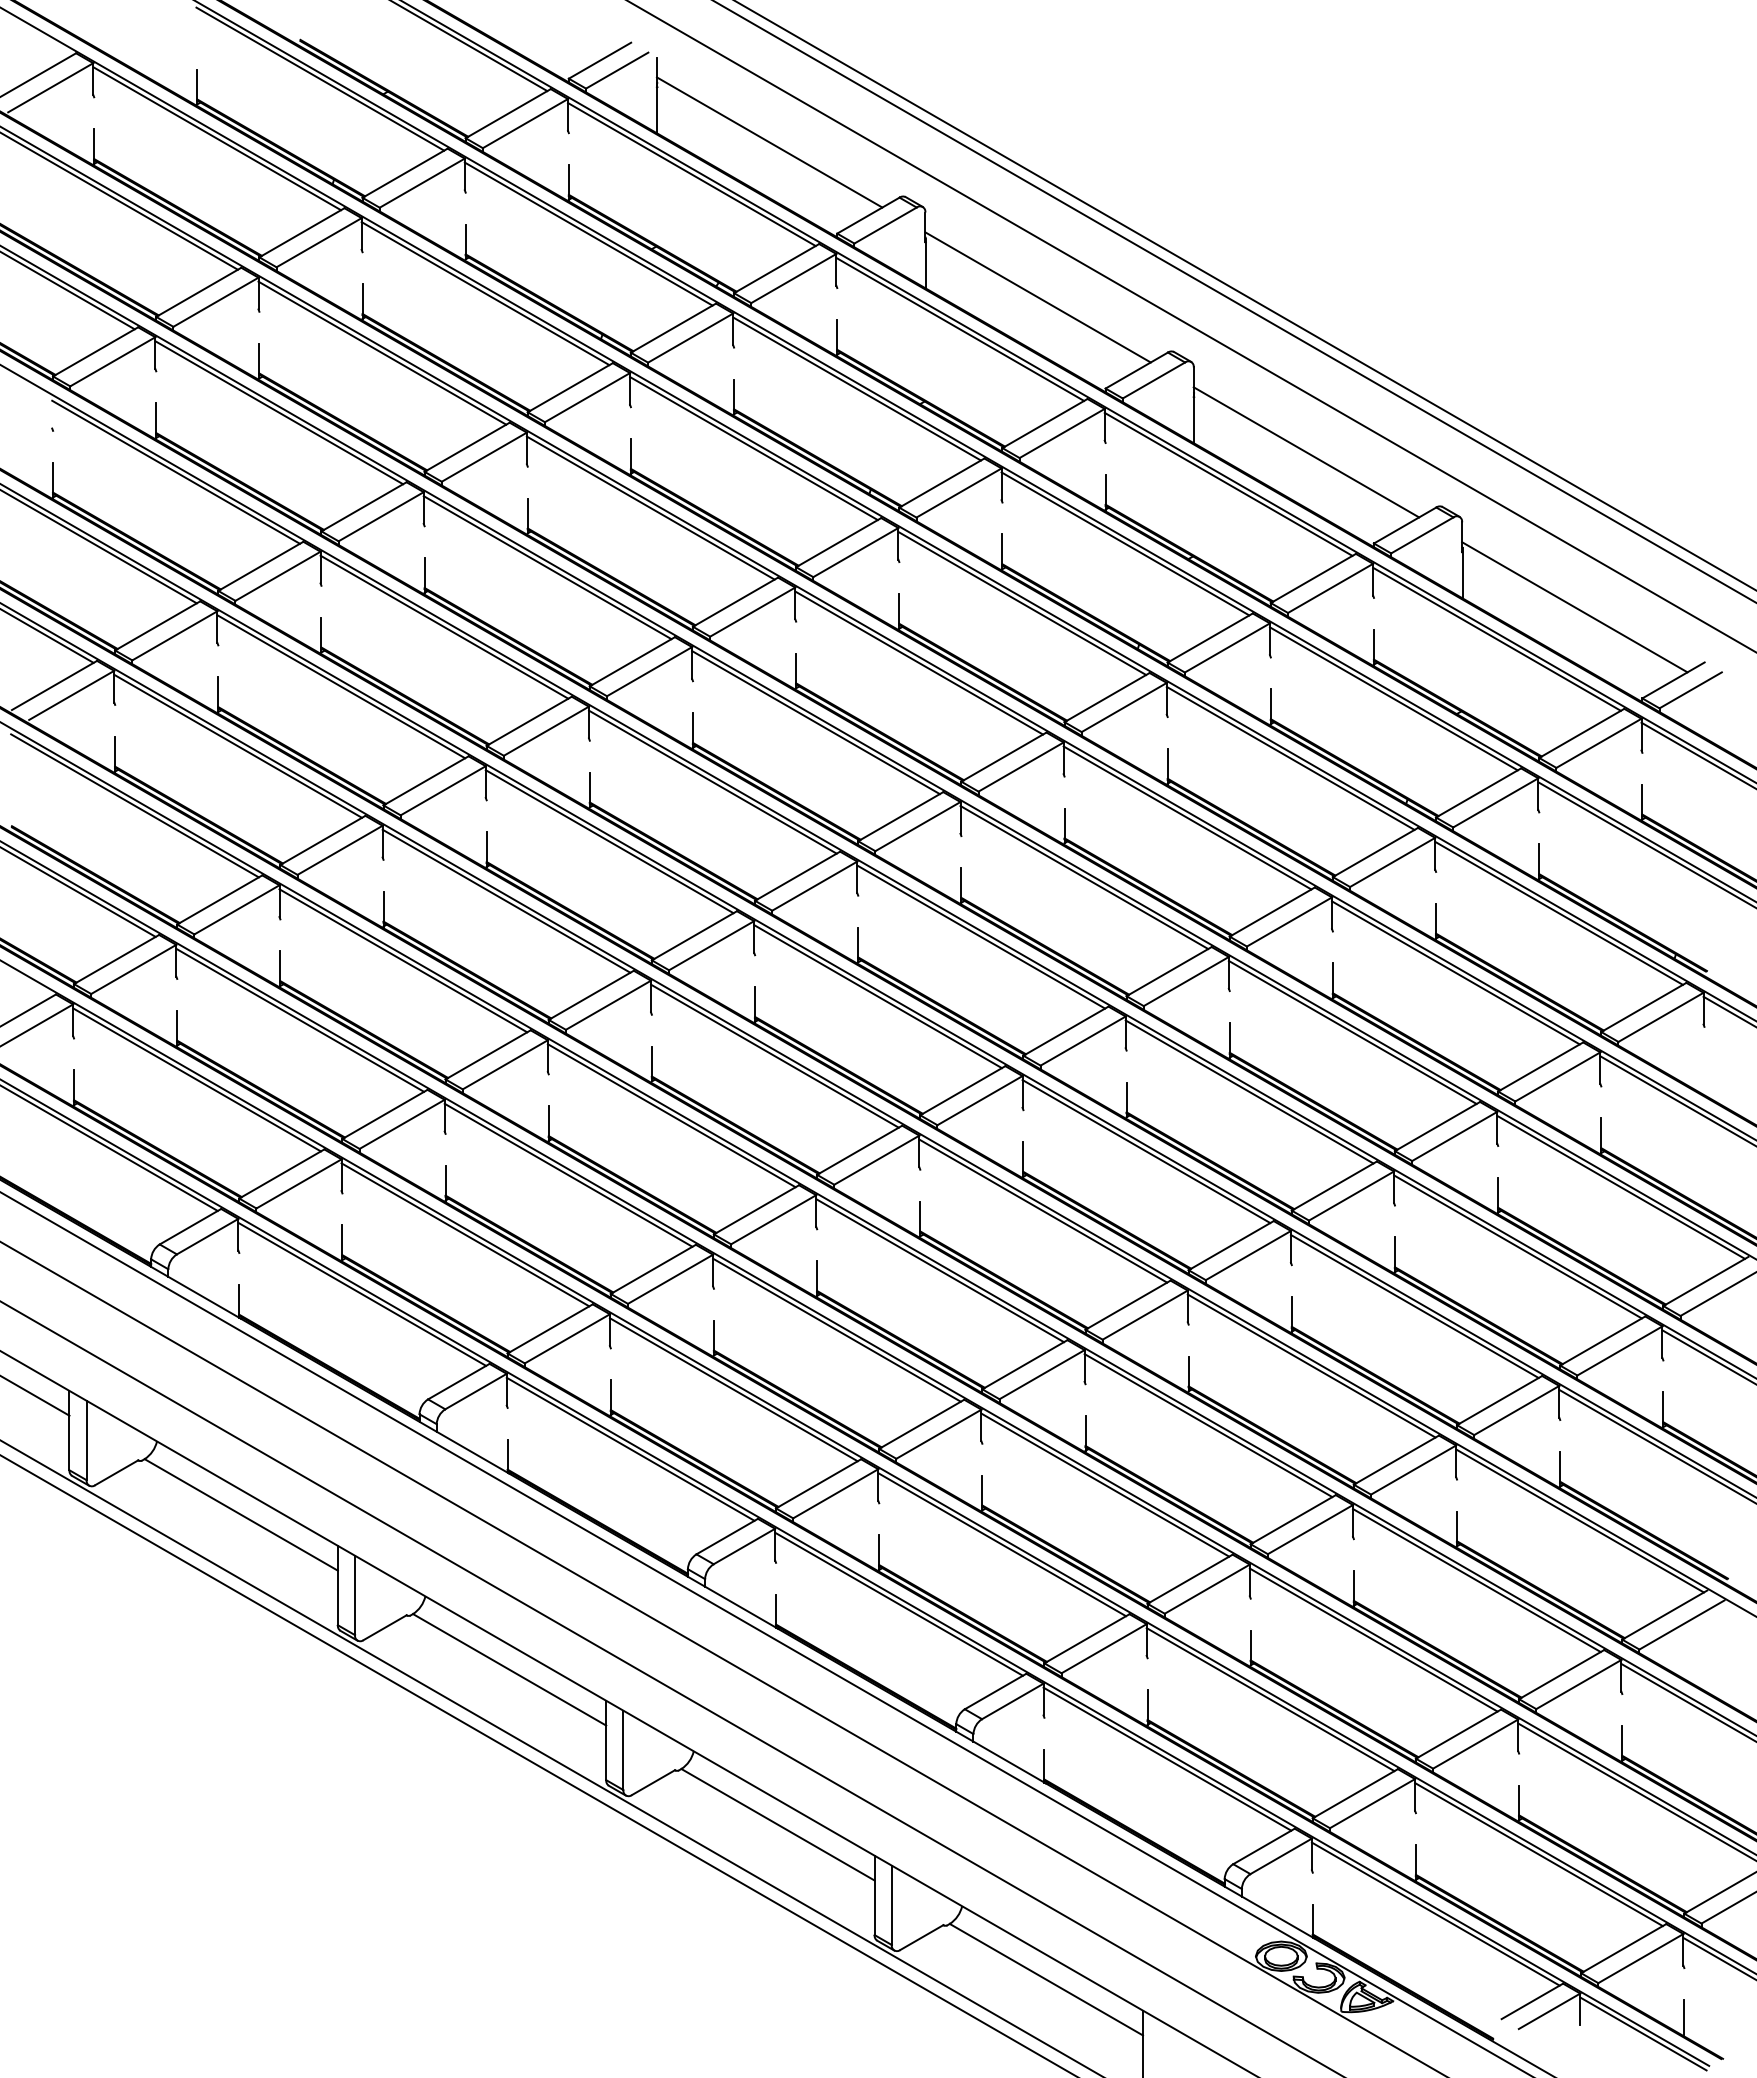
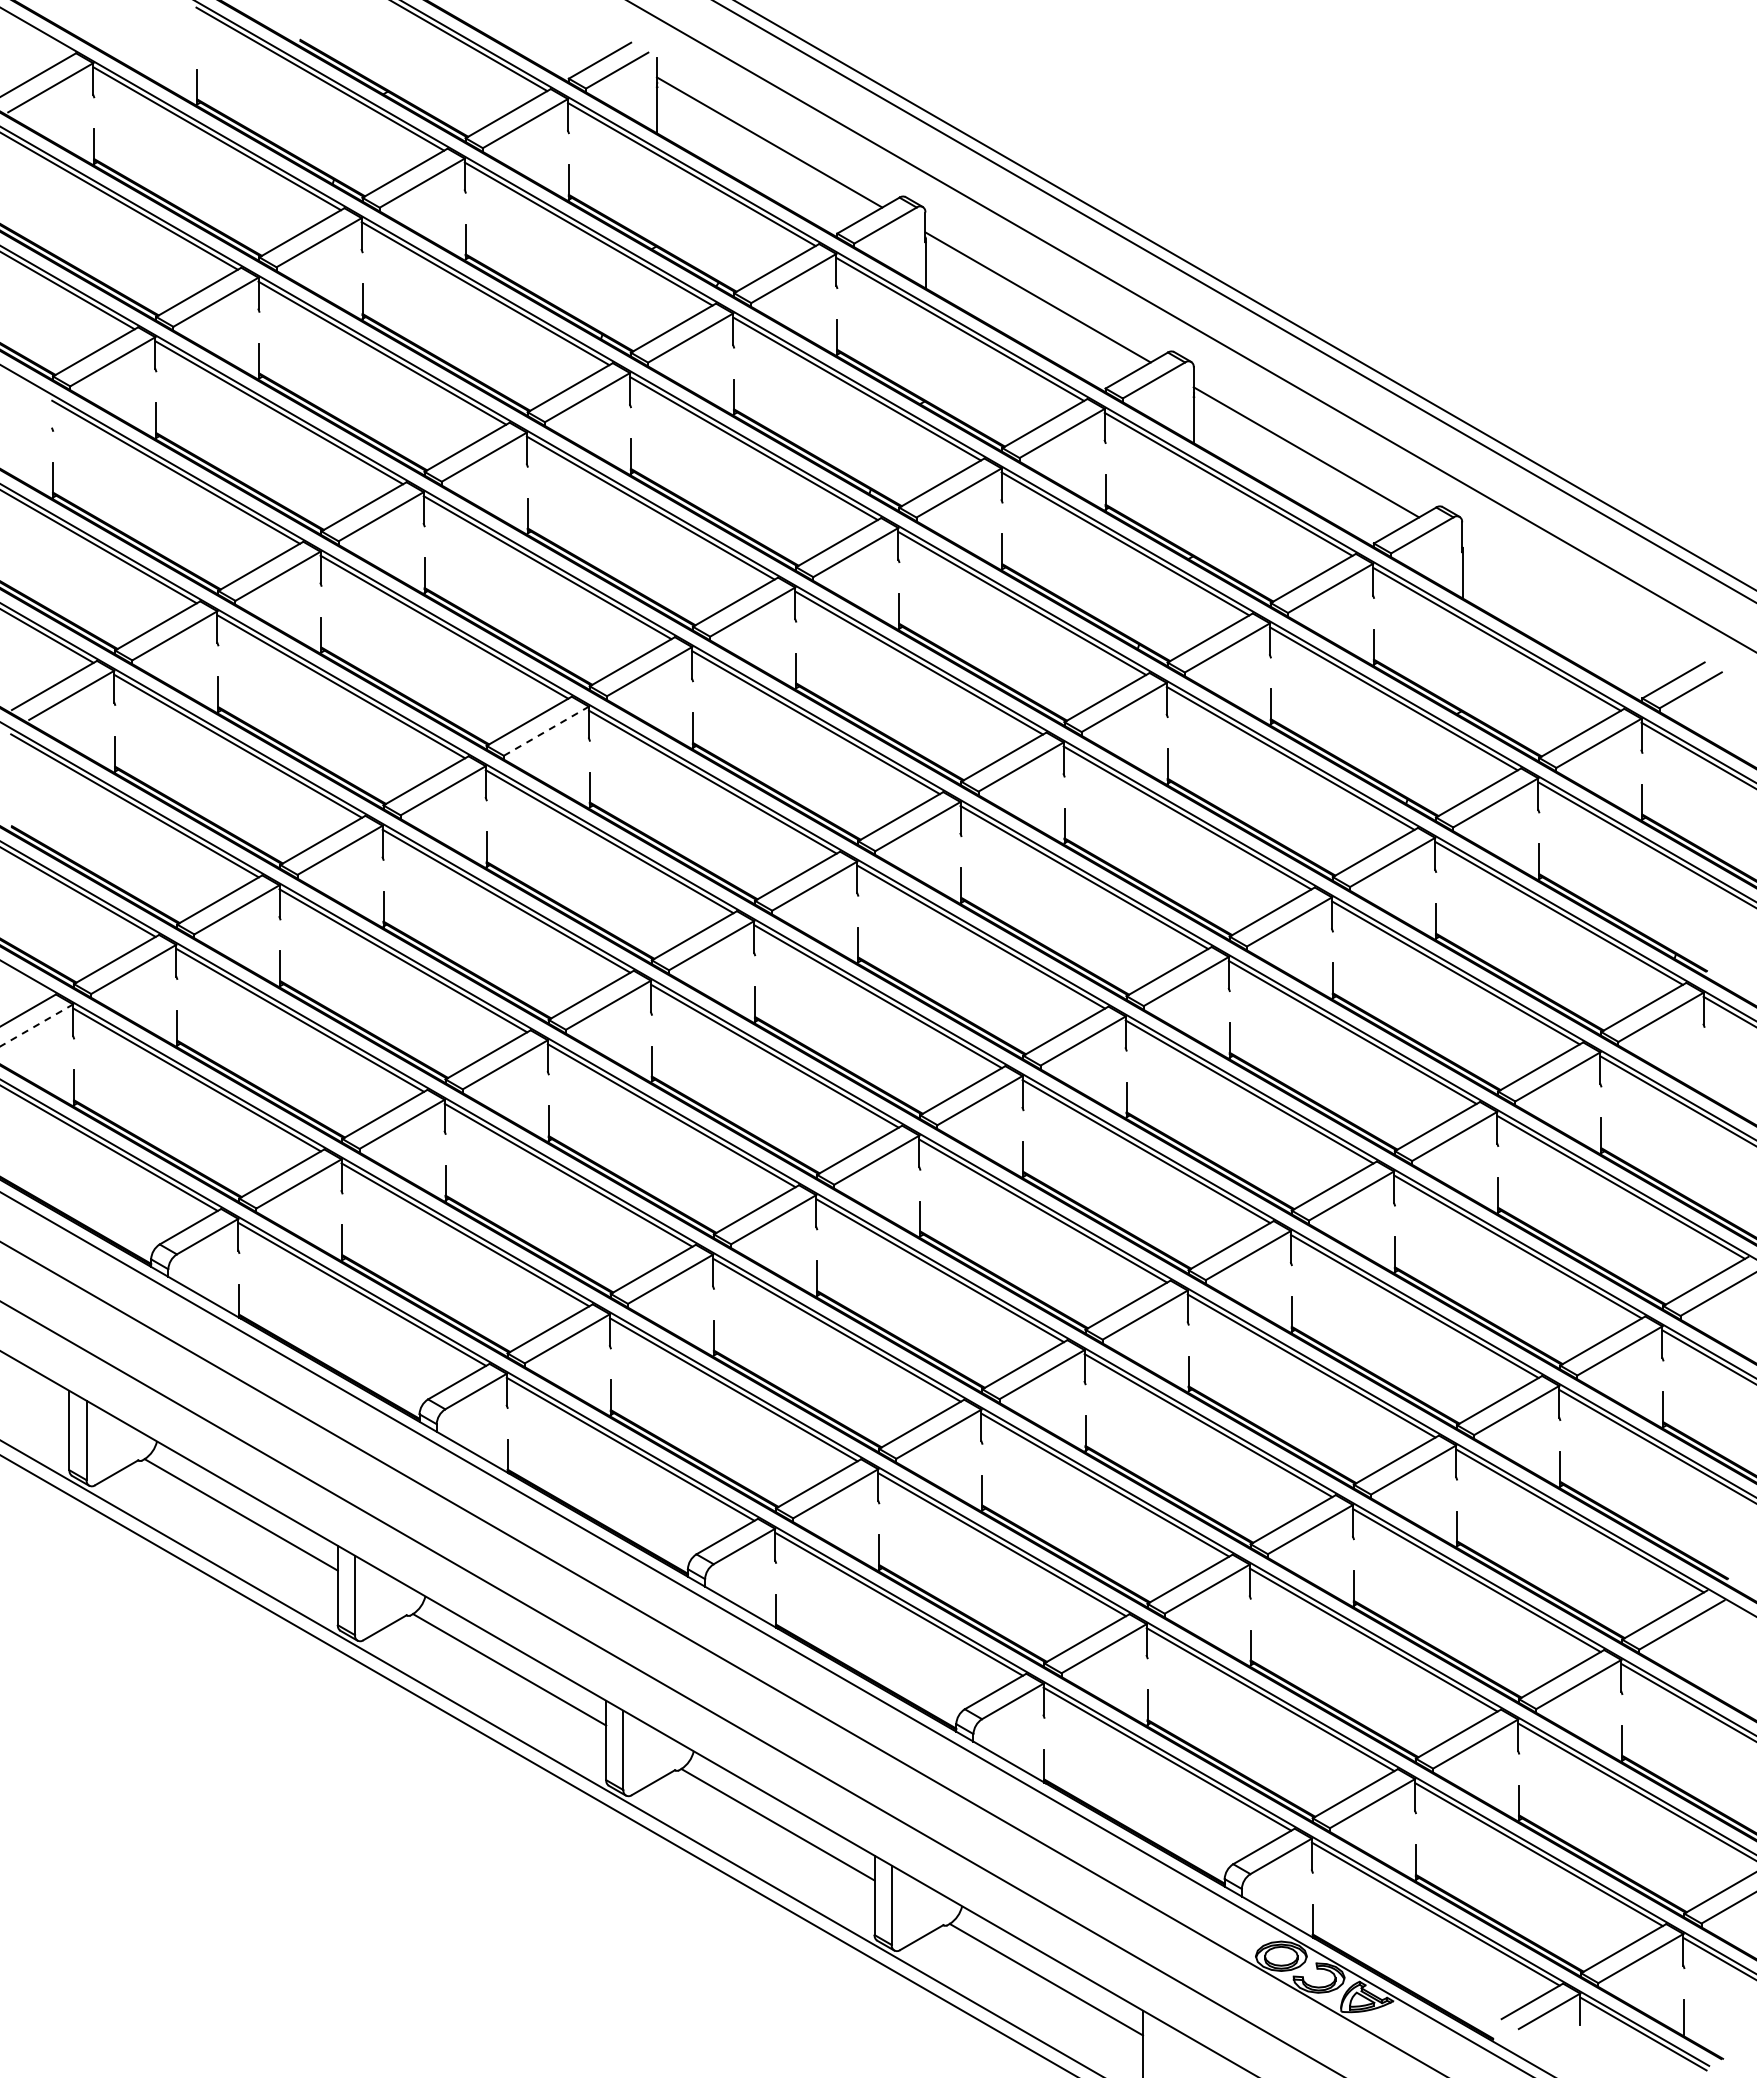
line at (1574, 607): present -> none
line at (546, 730): solid -> dashed
line at (37, 1025): solid -> dashed
line at (35, 1396): present -> none
